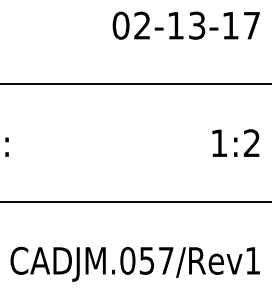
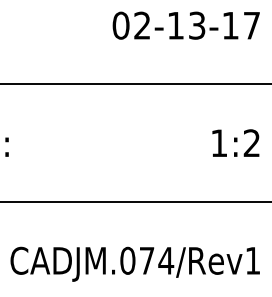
text at (156, 260): CADJM.057/Rev1 -> CADJM.074/Rev1
